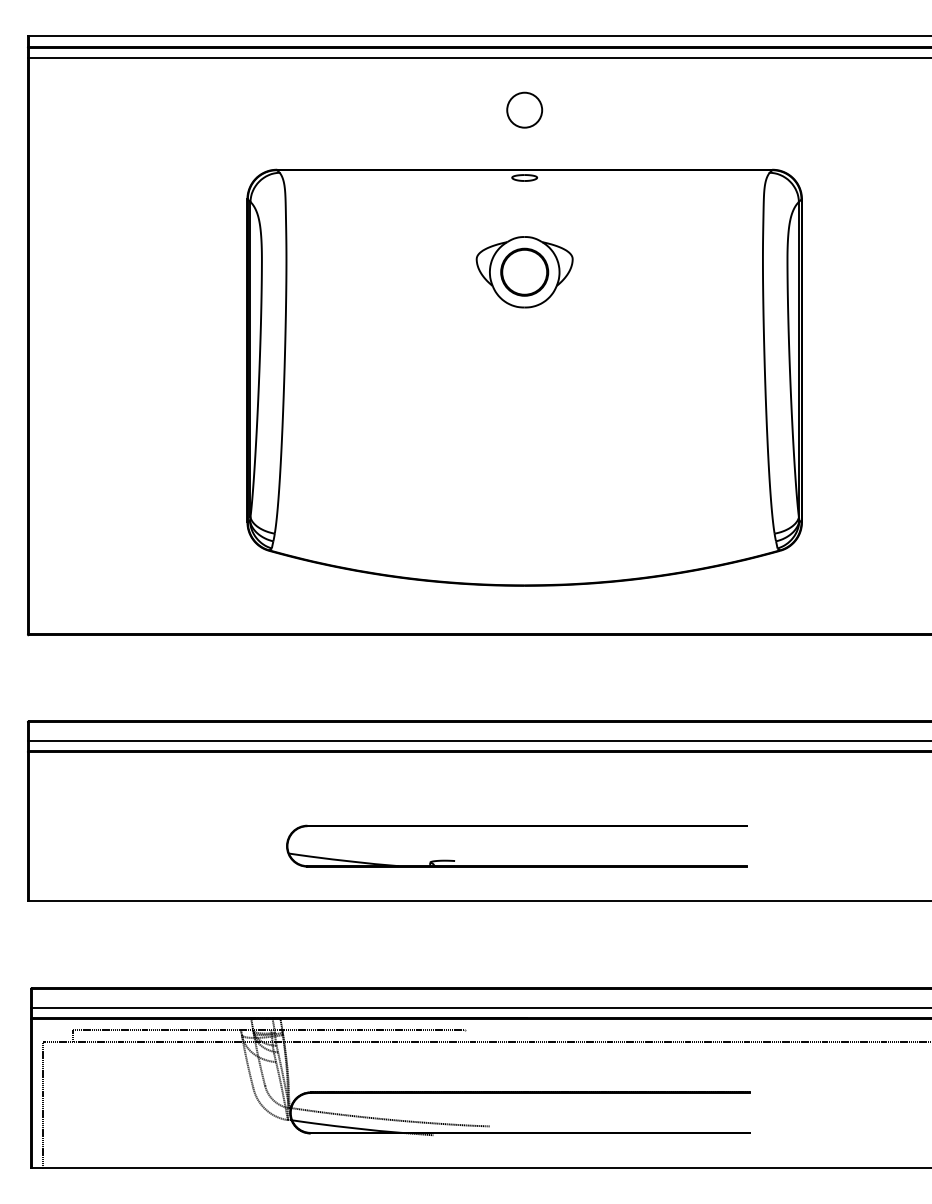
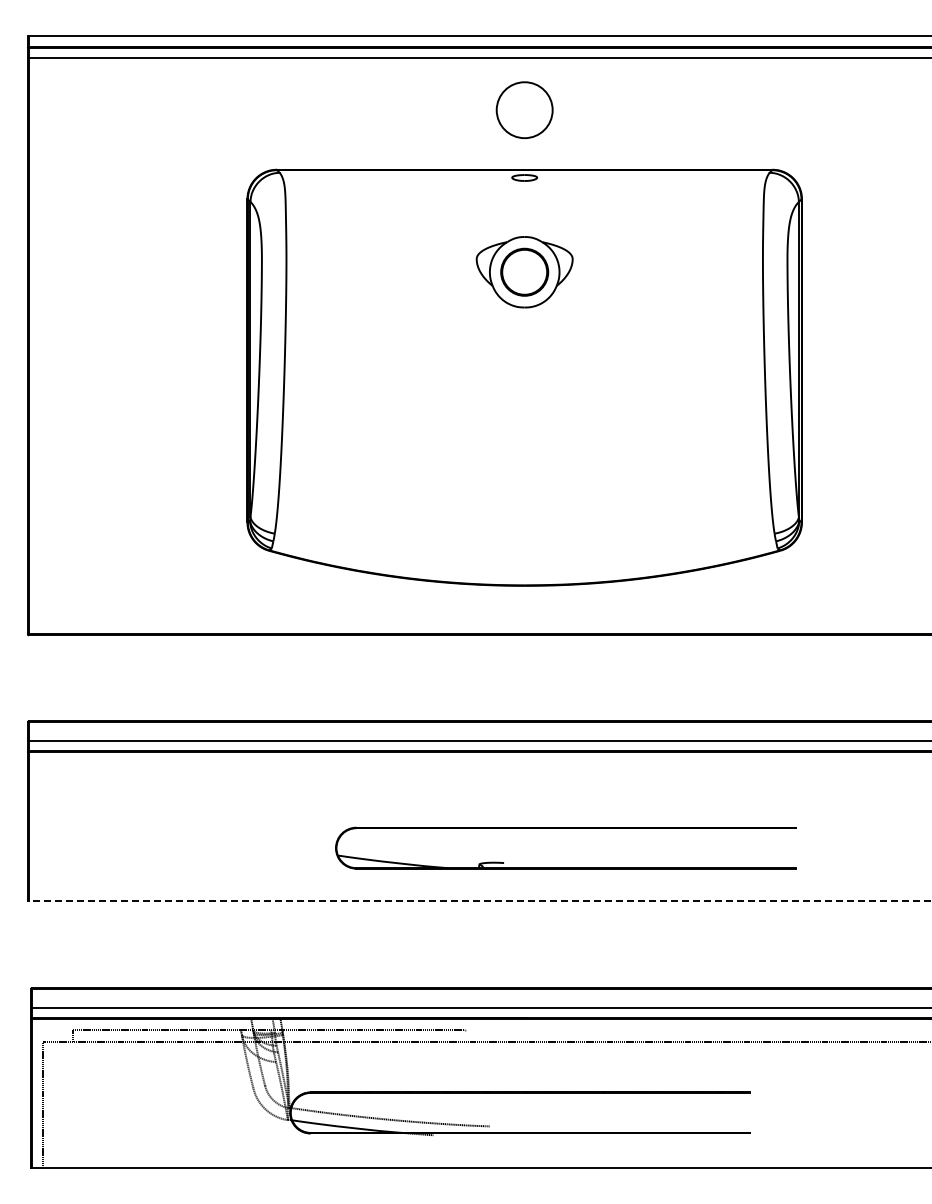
circle at (524, 109) diameter: 35 px -> 56 px
part at (516, 826) position: (516, 826) -> (565, 828)
line at (479, 901): solid -> dashed
